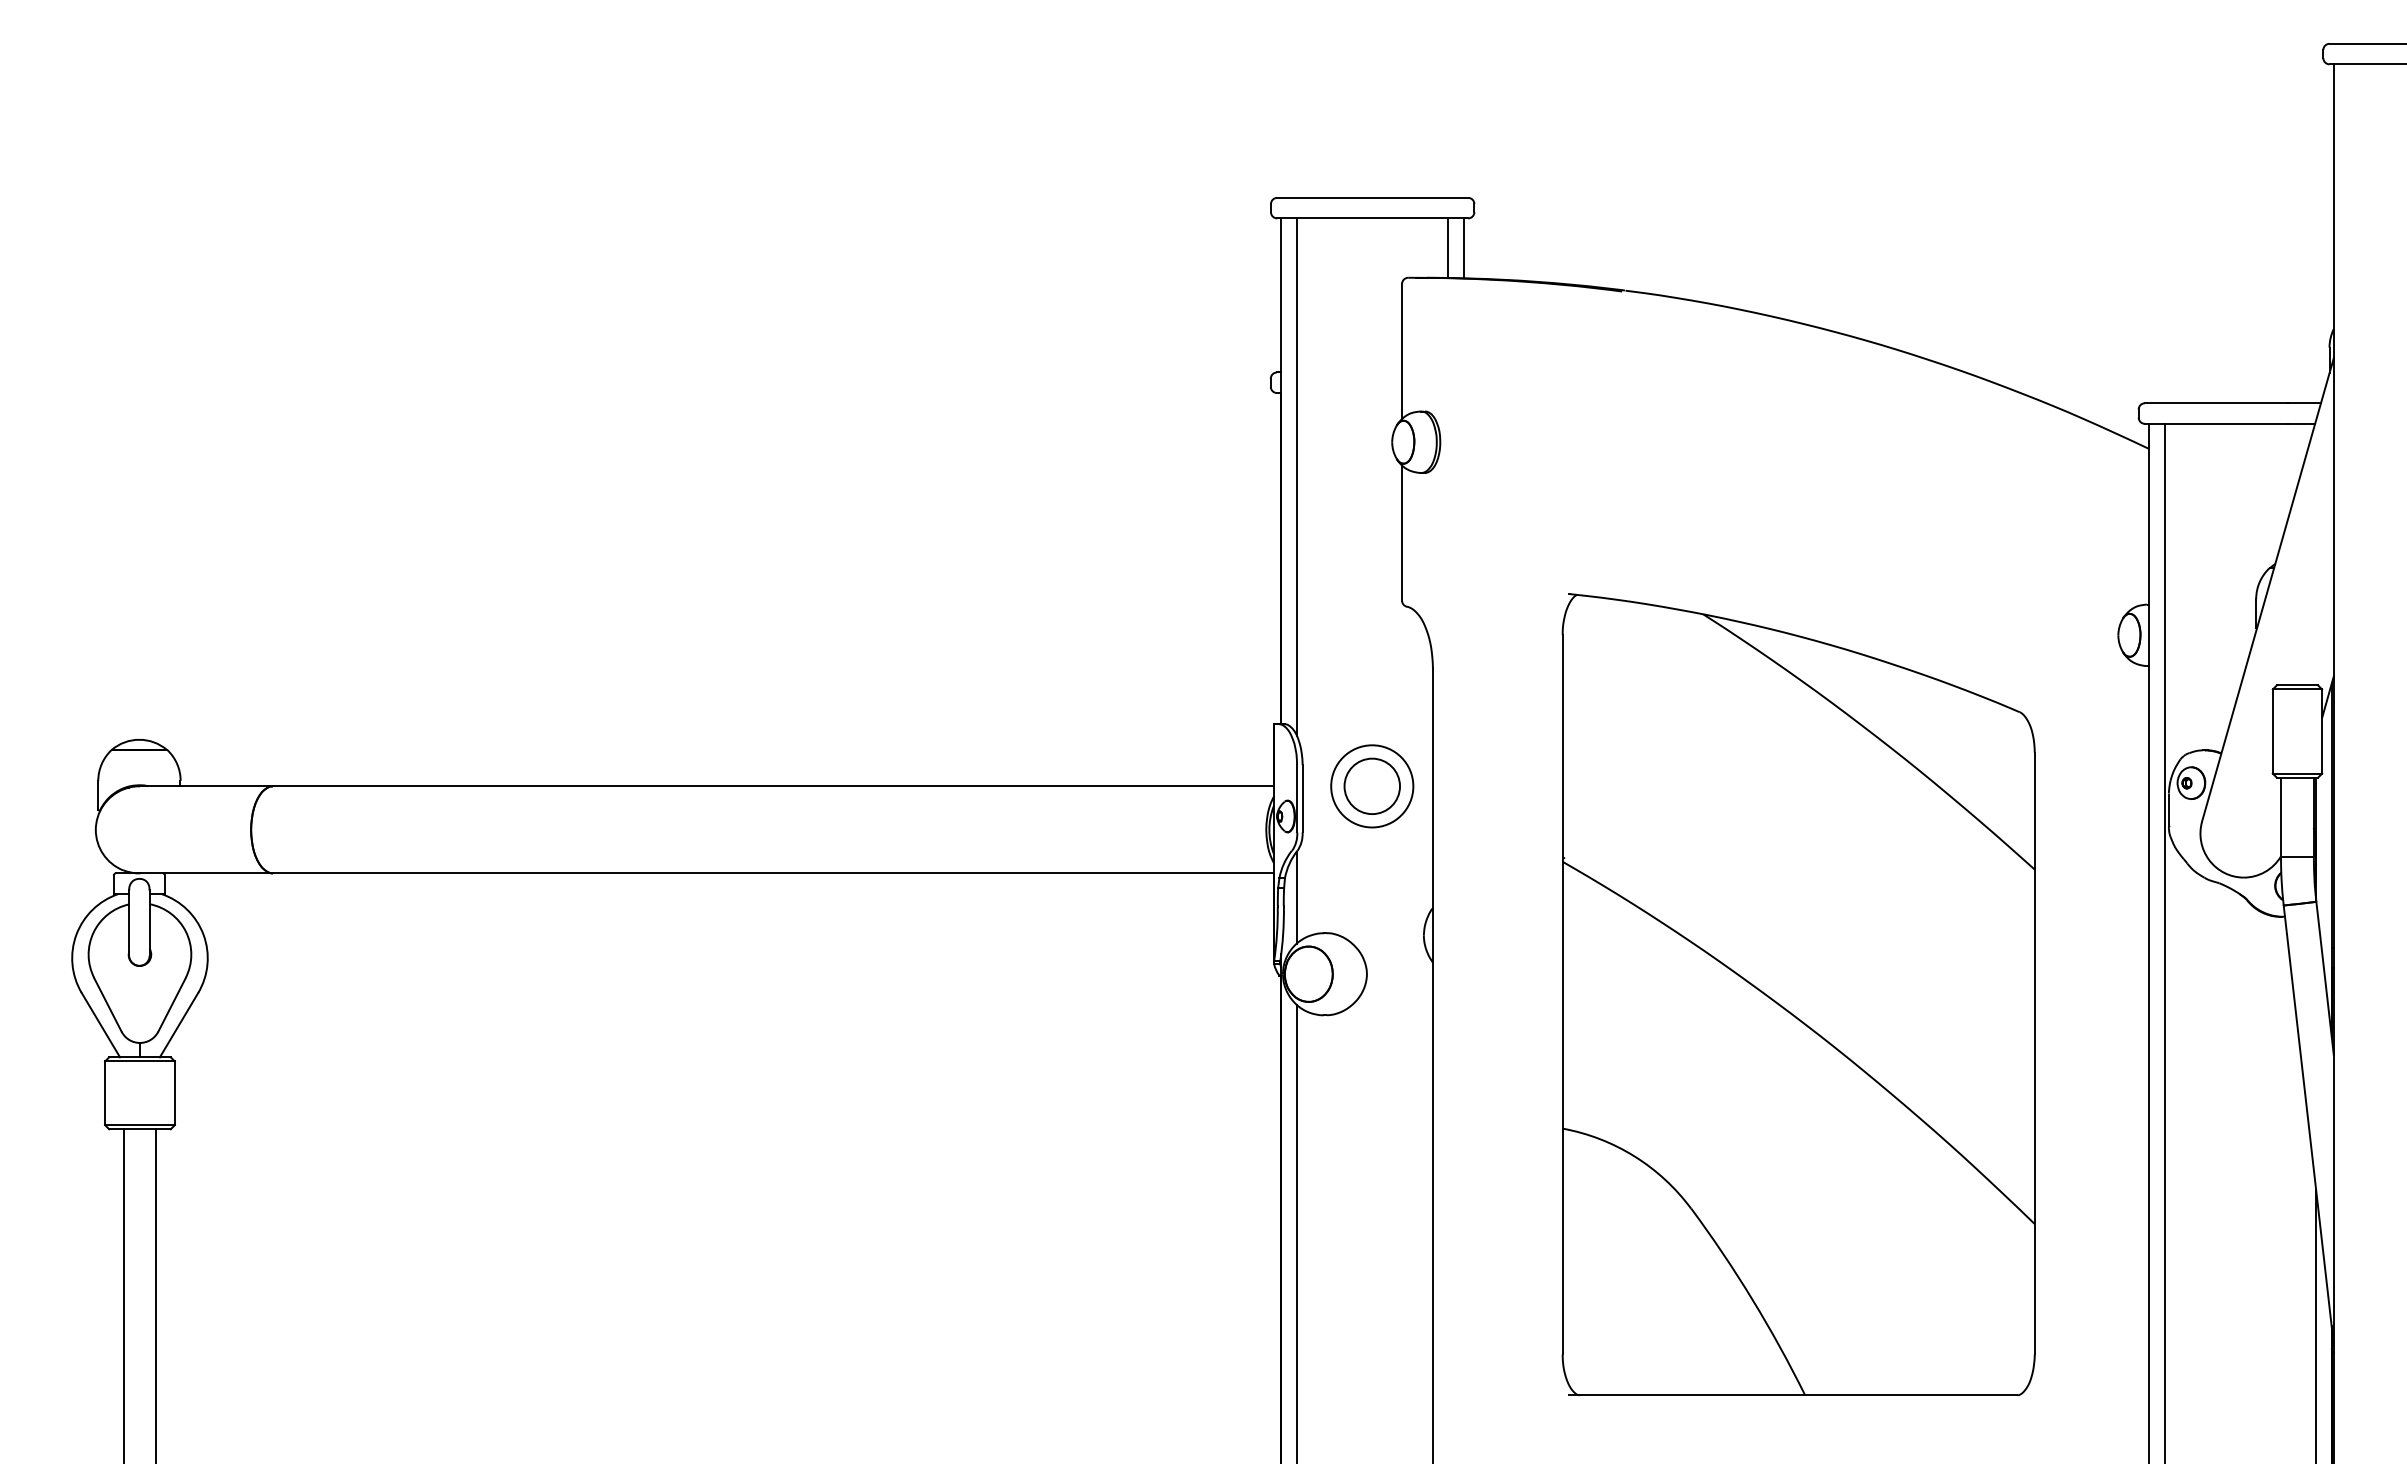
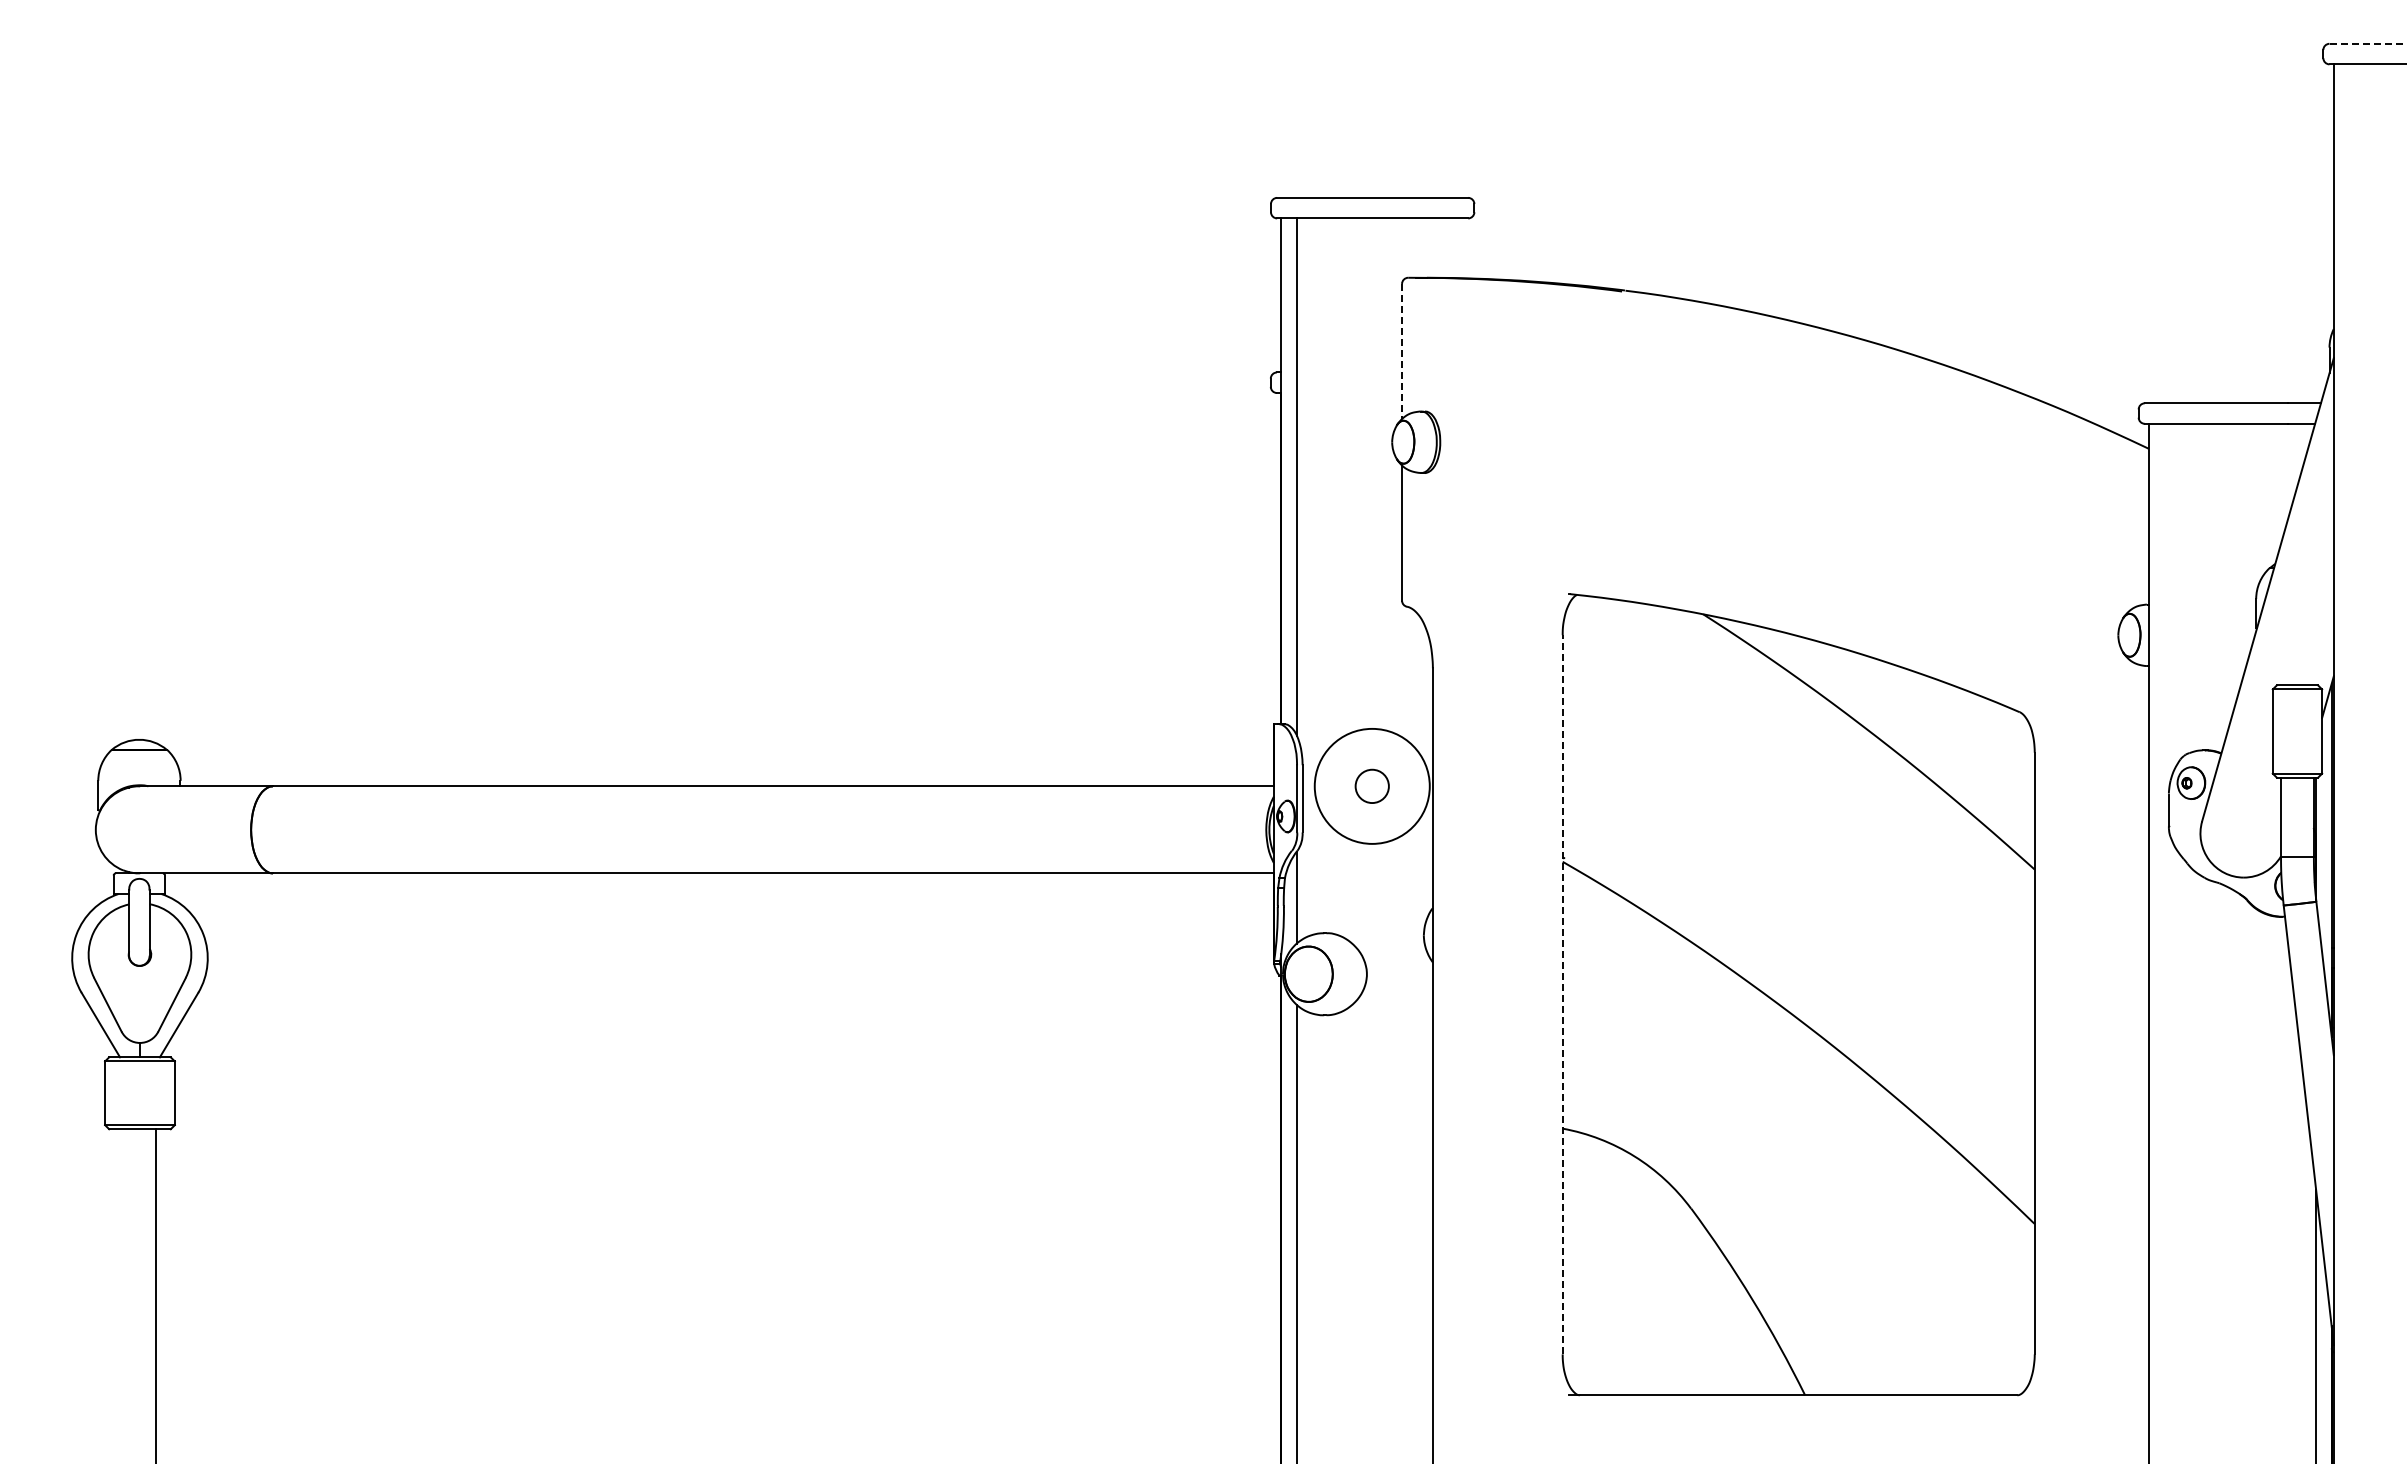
line at (2368, 43): solid -> dashed
line at (1448, 247): present -> none
line at (1464, 248): present -> none
line at (1402, 351): solid -> dashed
circle at (1372, 786) diameter: 55 px -> 33 px
circle at (1372, 786) diameter: 82 px -> 115 px
line at (2164, 941): present -> none
line at (1562, 994): solid -> dashed
line at (123, 1294): present -> none
